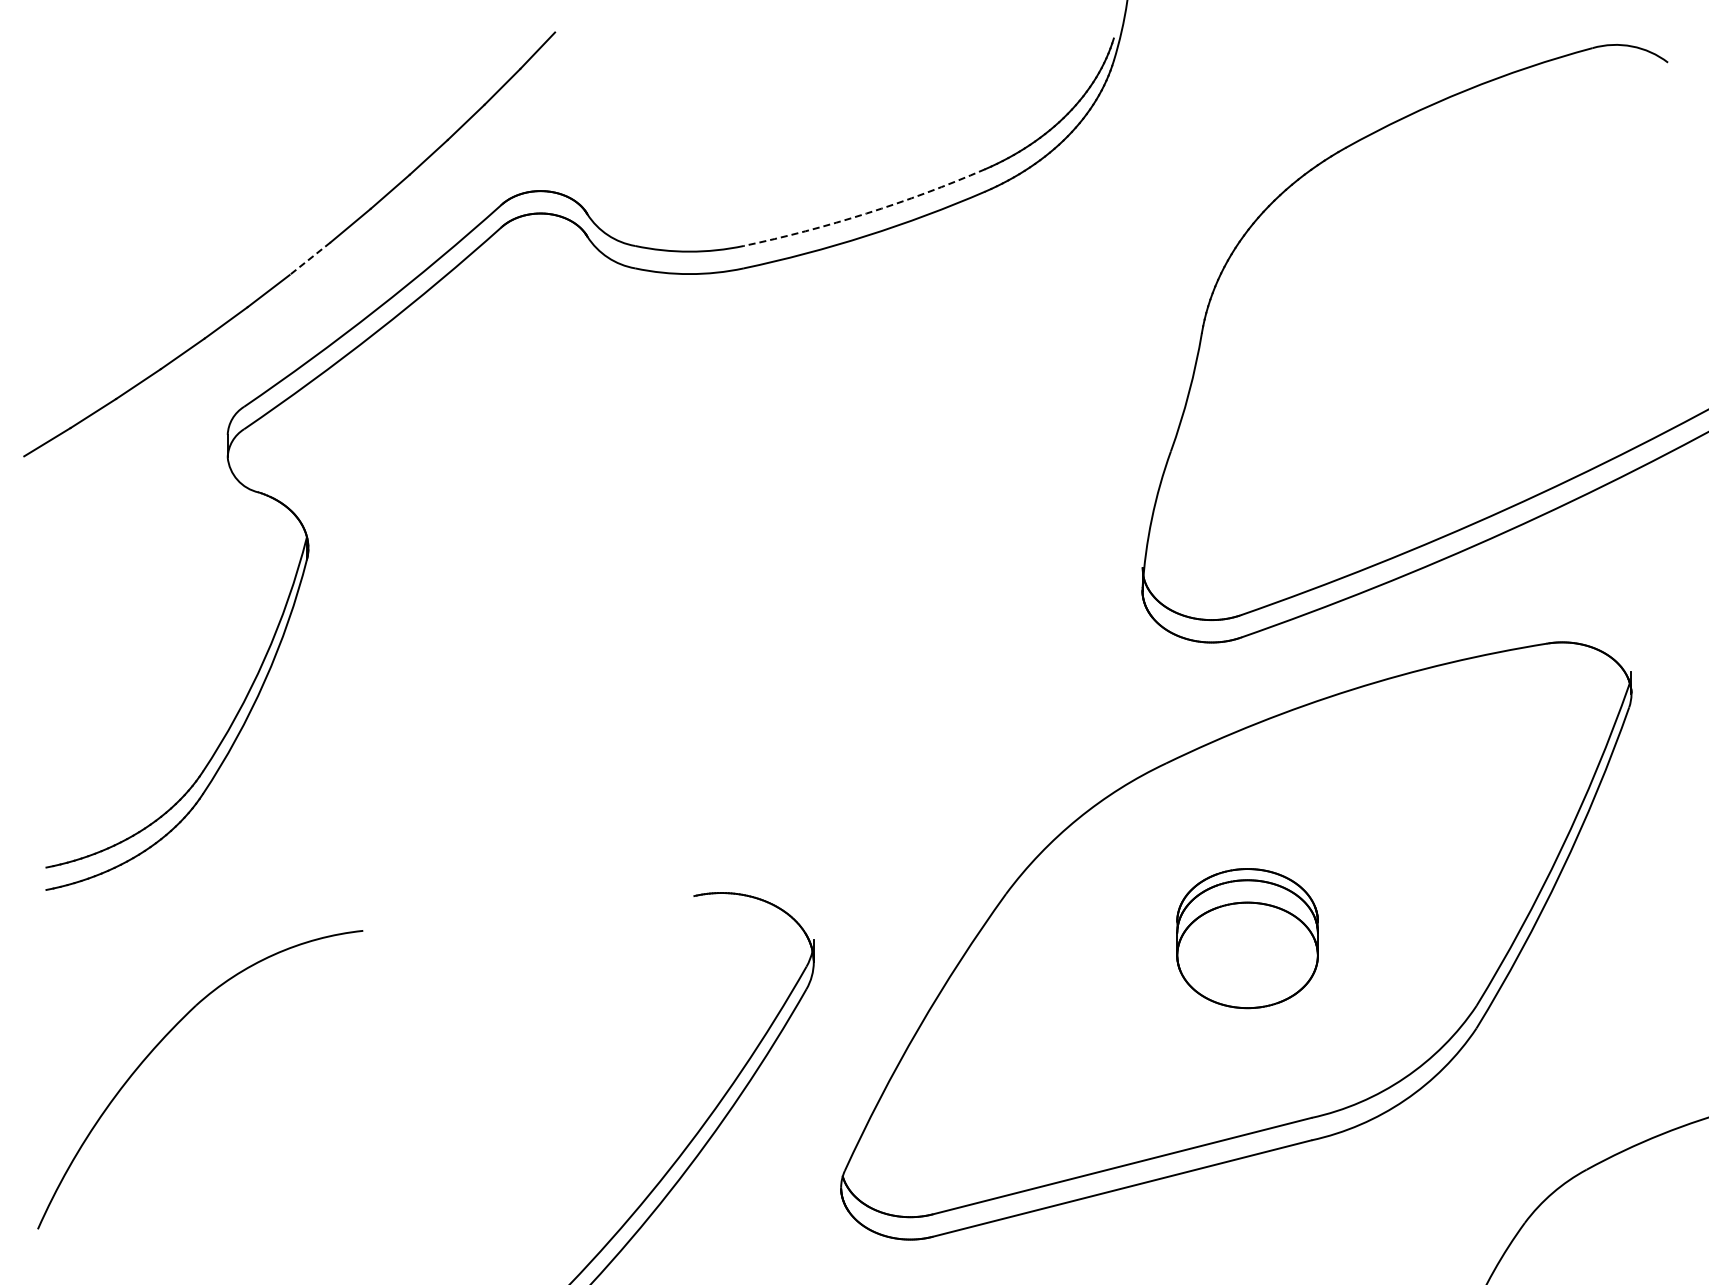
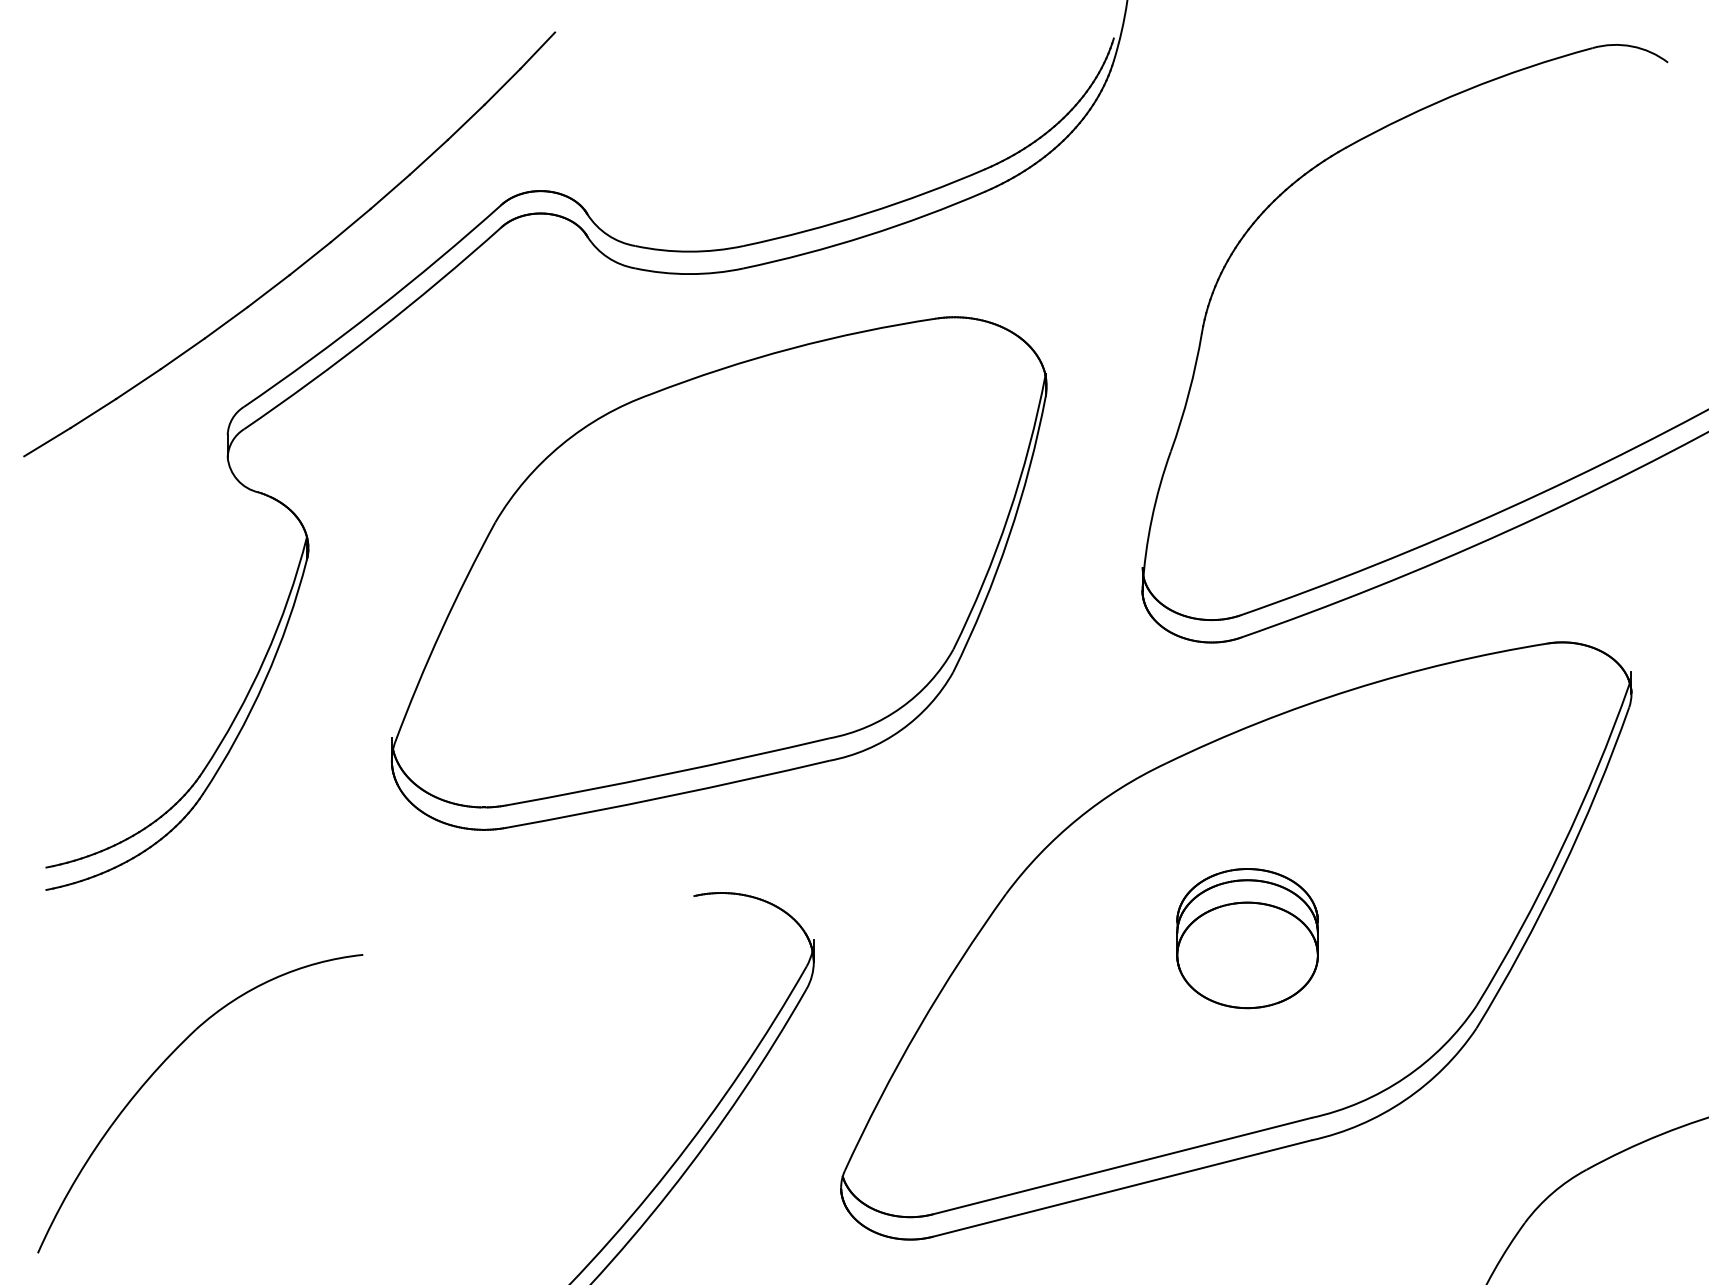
arc at (866, 213): dashed -> solid
line at (309, 259): dashed -> solid
part at (719, 573): none -> present
part at (161, 1042) position: (161, 1042) -> (161, 1066)
